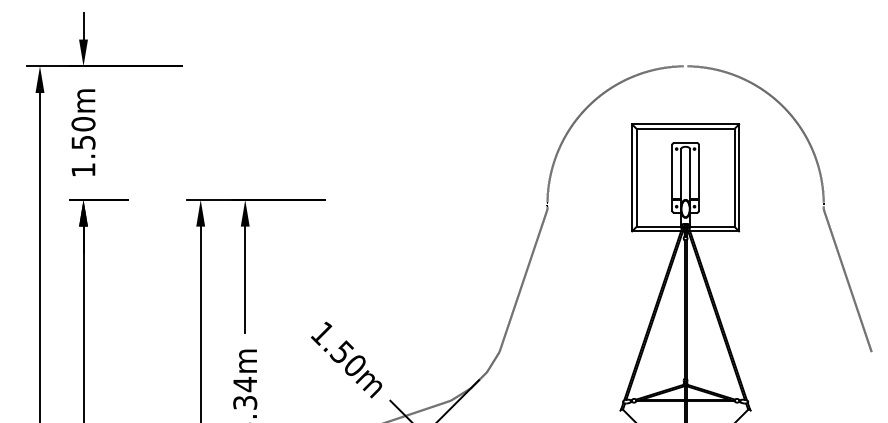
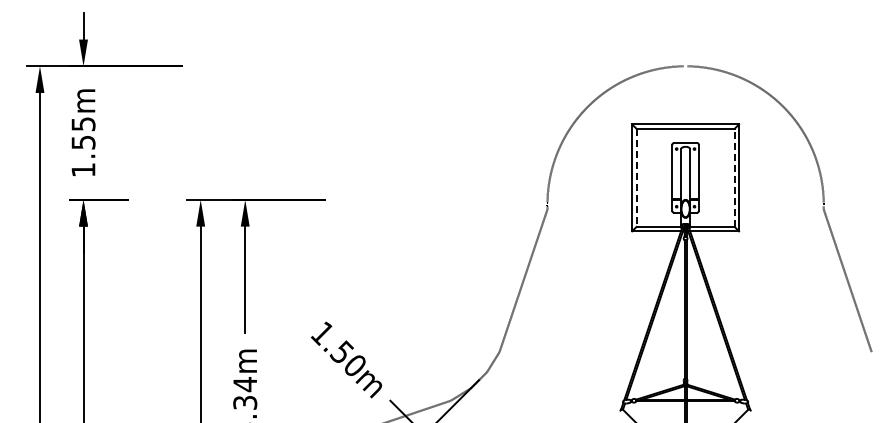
text at (83, 124): 1.50m -> 1.55m
line at (636, 177): solid -> dashed
line at (734, 177): solid -> dashed
